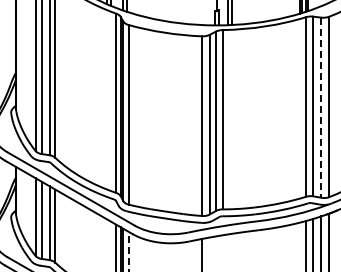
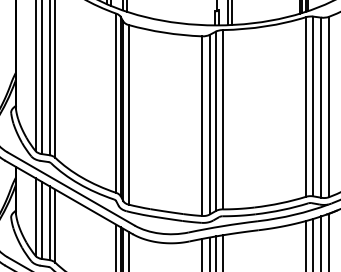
line at (321, 108): dashed -> solid
line at (128, 251): dashed -> solid
line at (222, 251): none -> present
line at (209, 252): none -> present
line at (215, 252): none -> present
